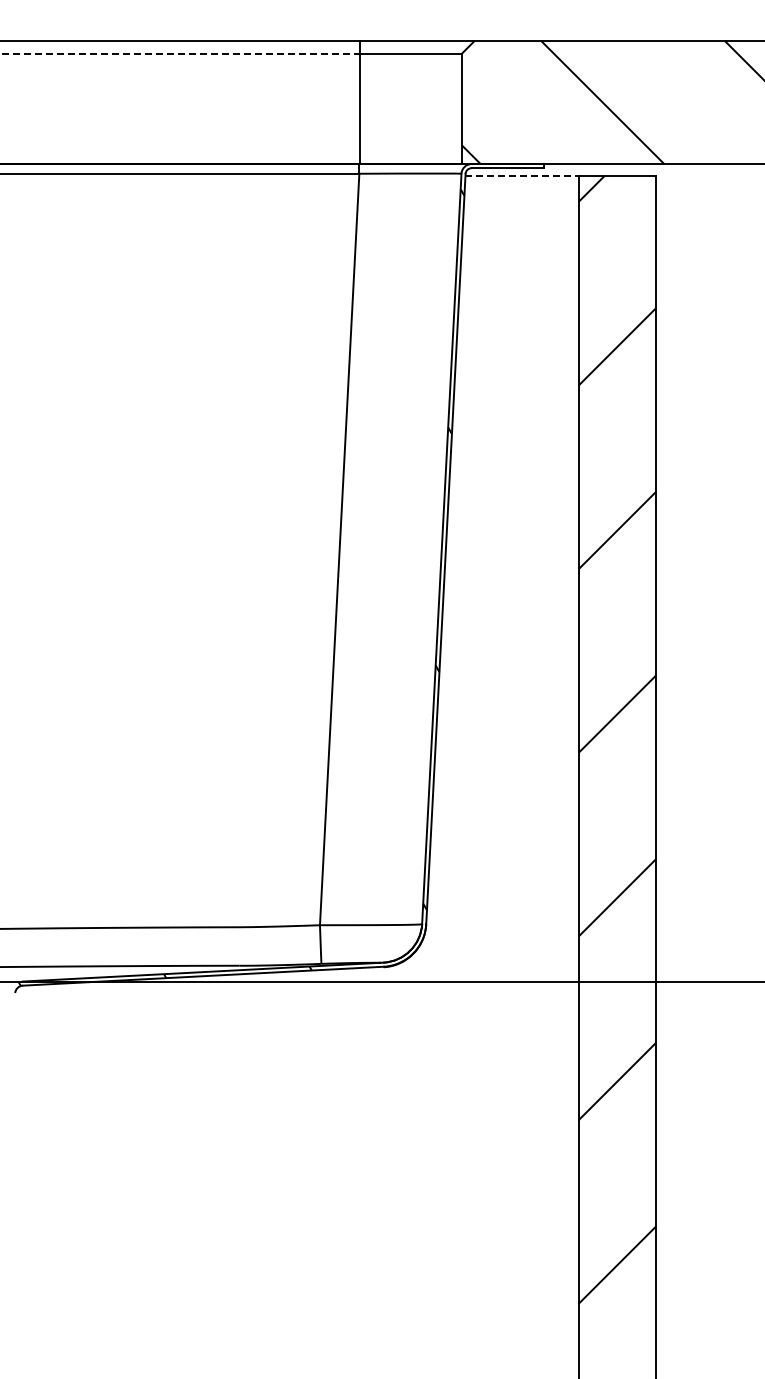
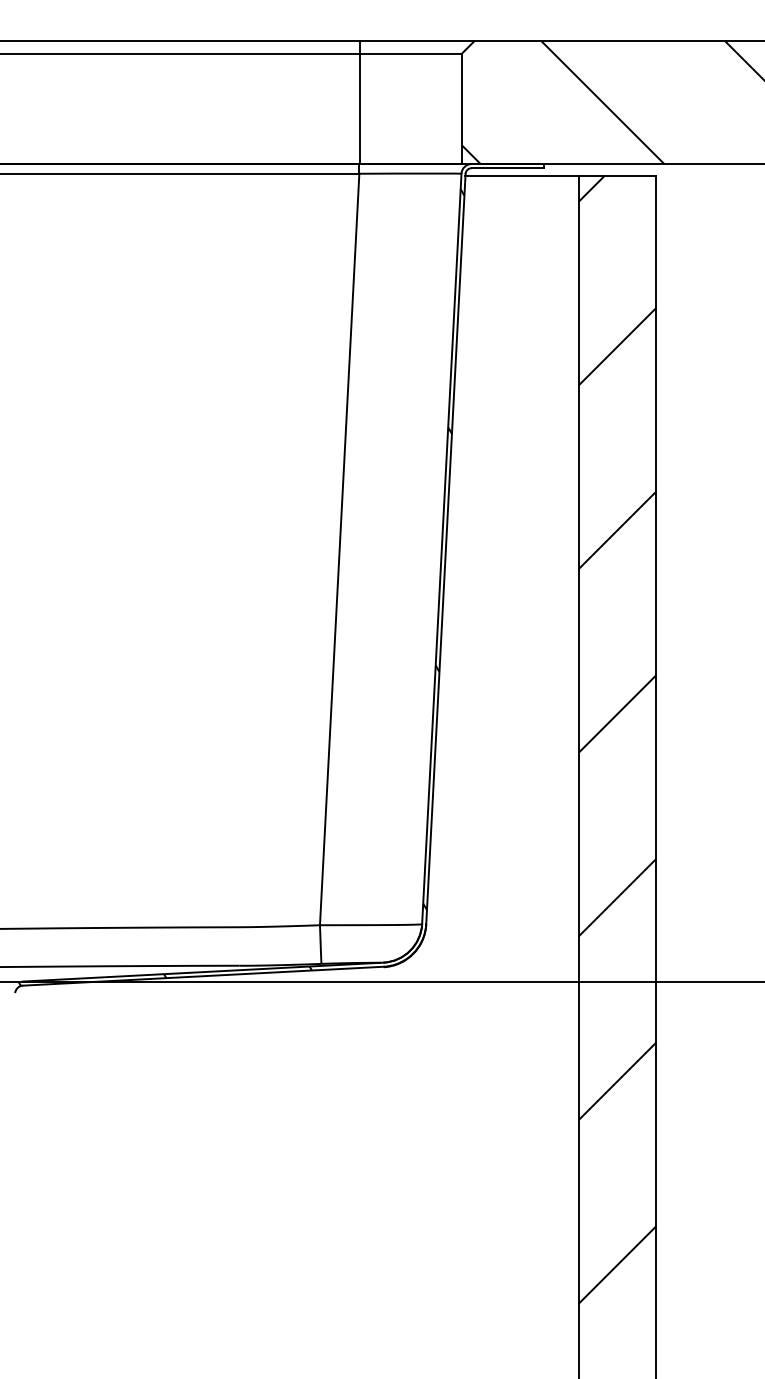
line at (180, 53): dashed -> solid
line at (521, 176): dashed -> solid
